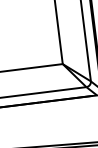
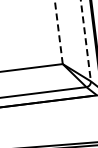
line at (58, 32): solid -> dashed
line at (85, 40): solid -> dashed
